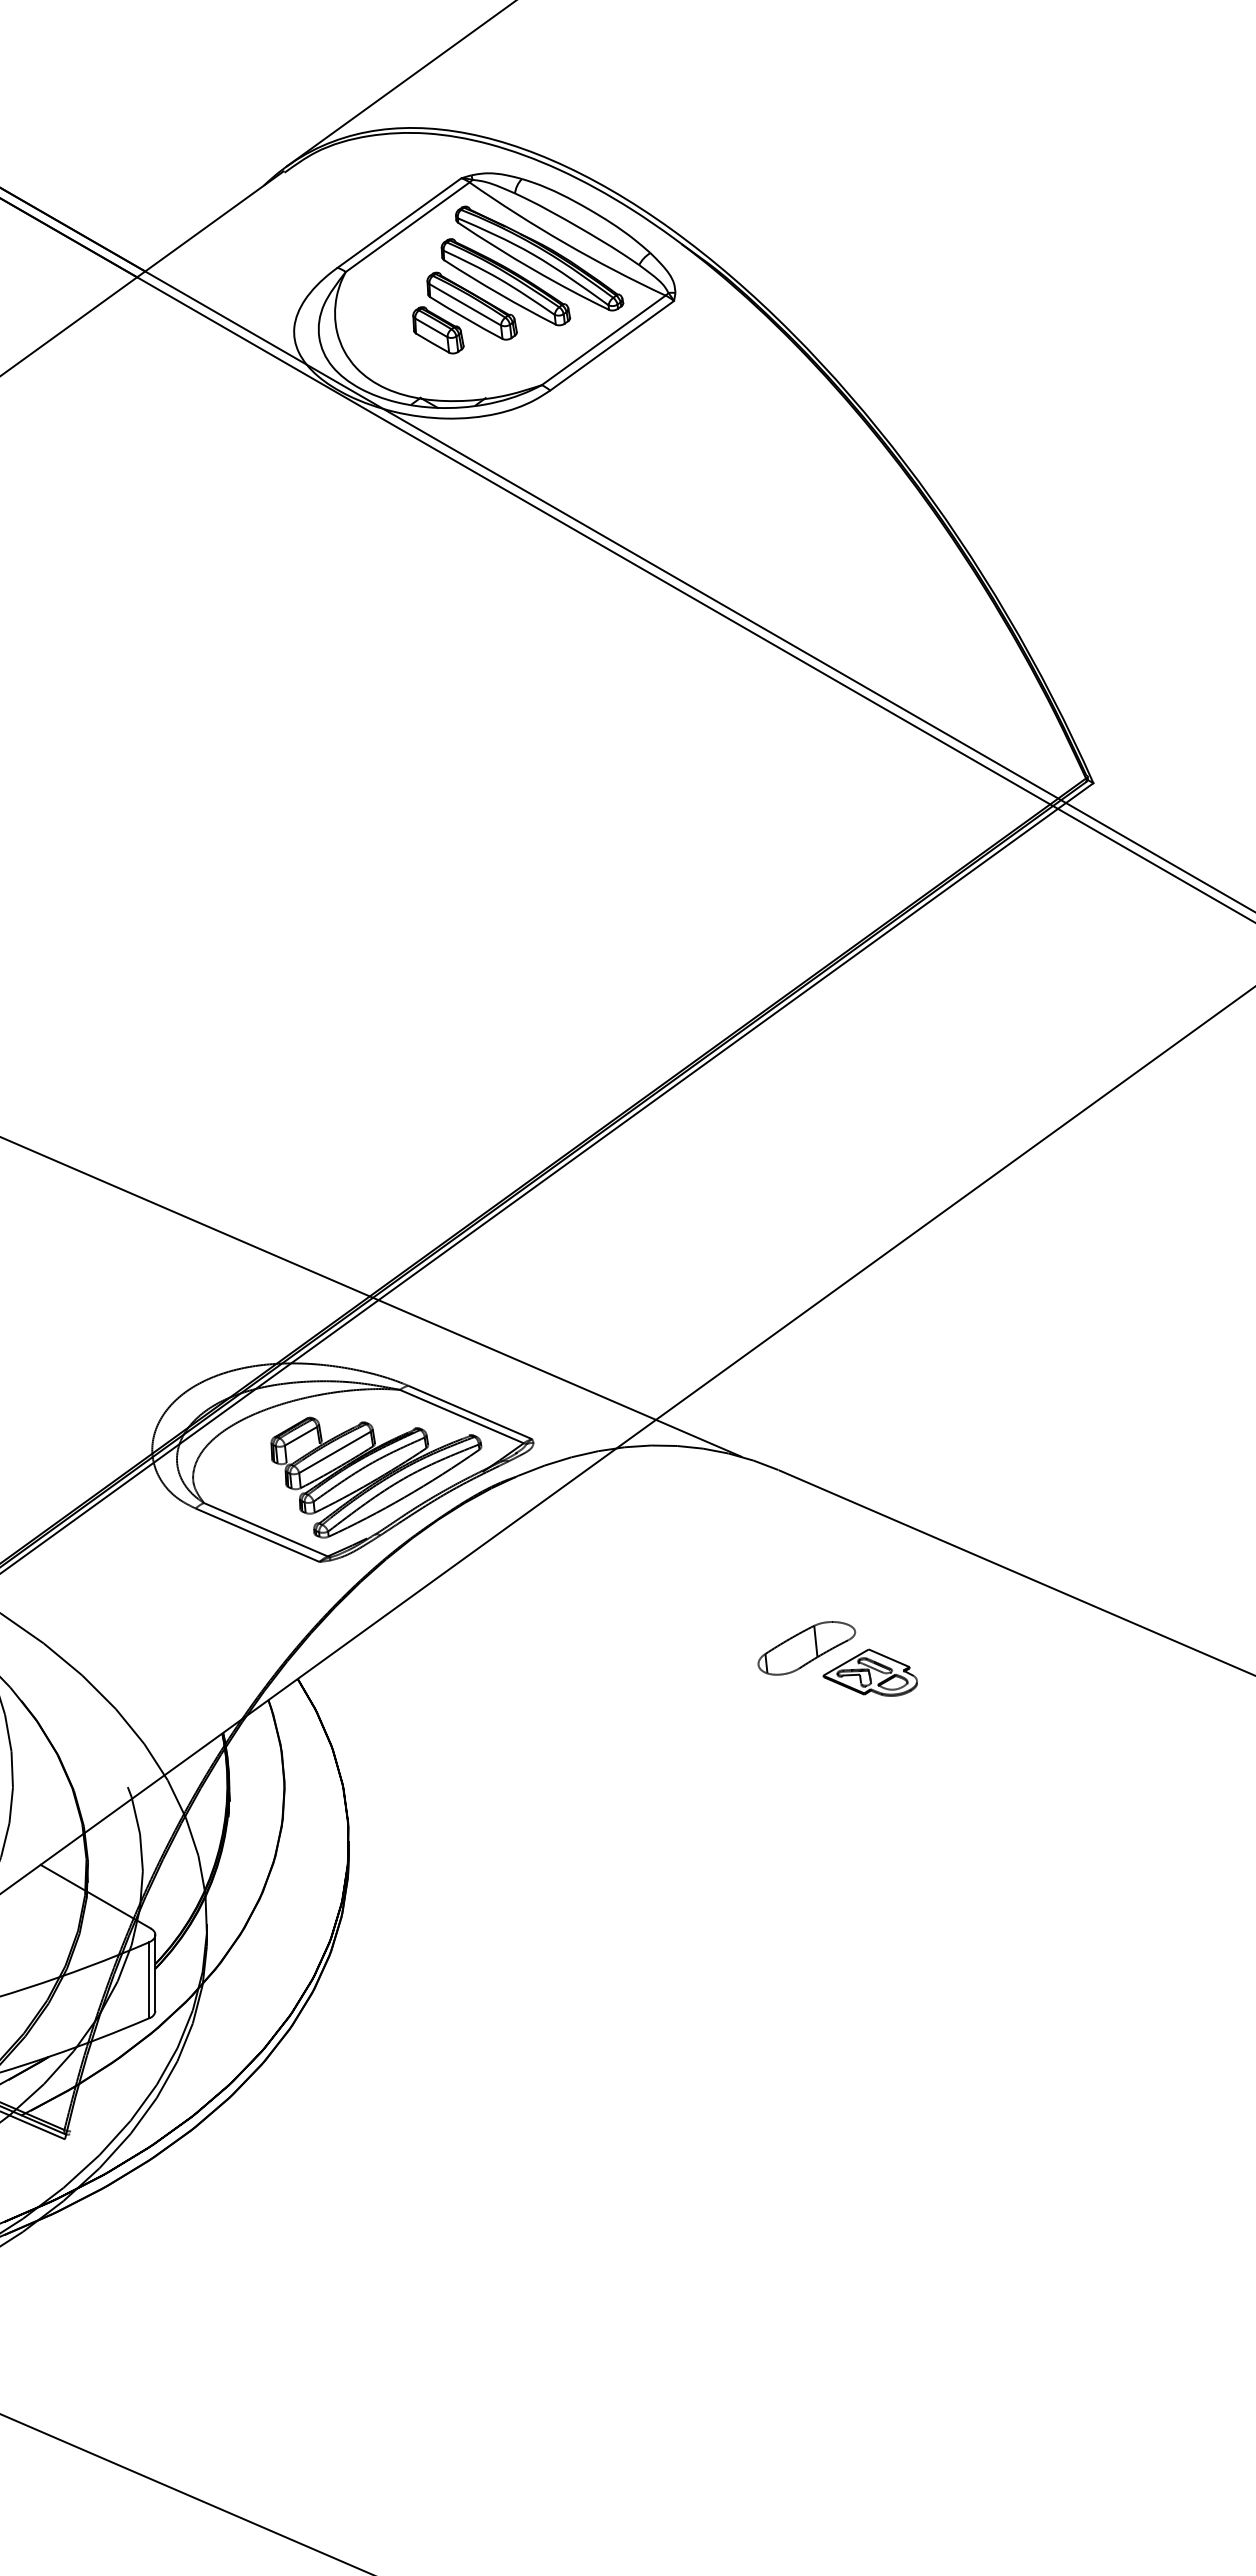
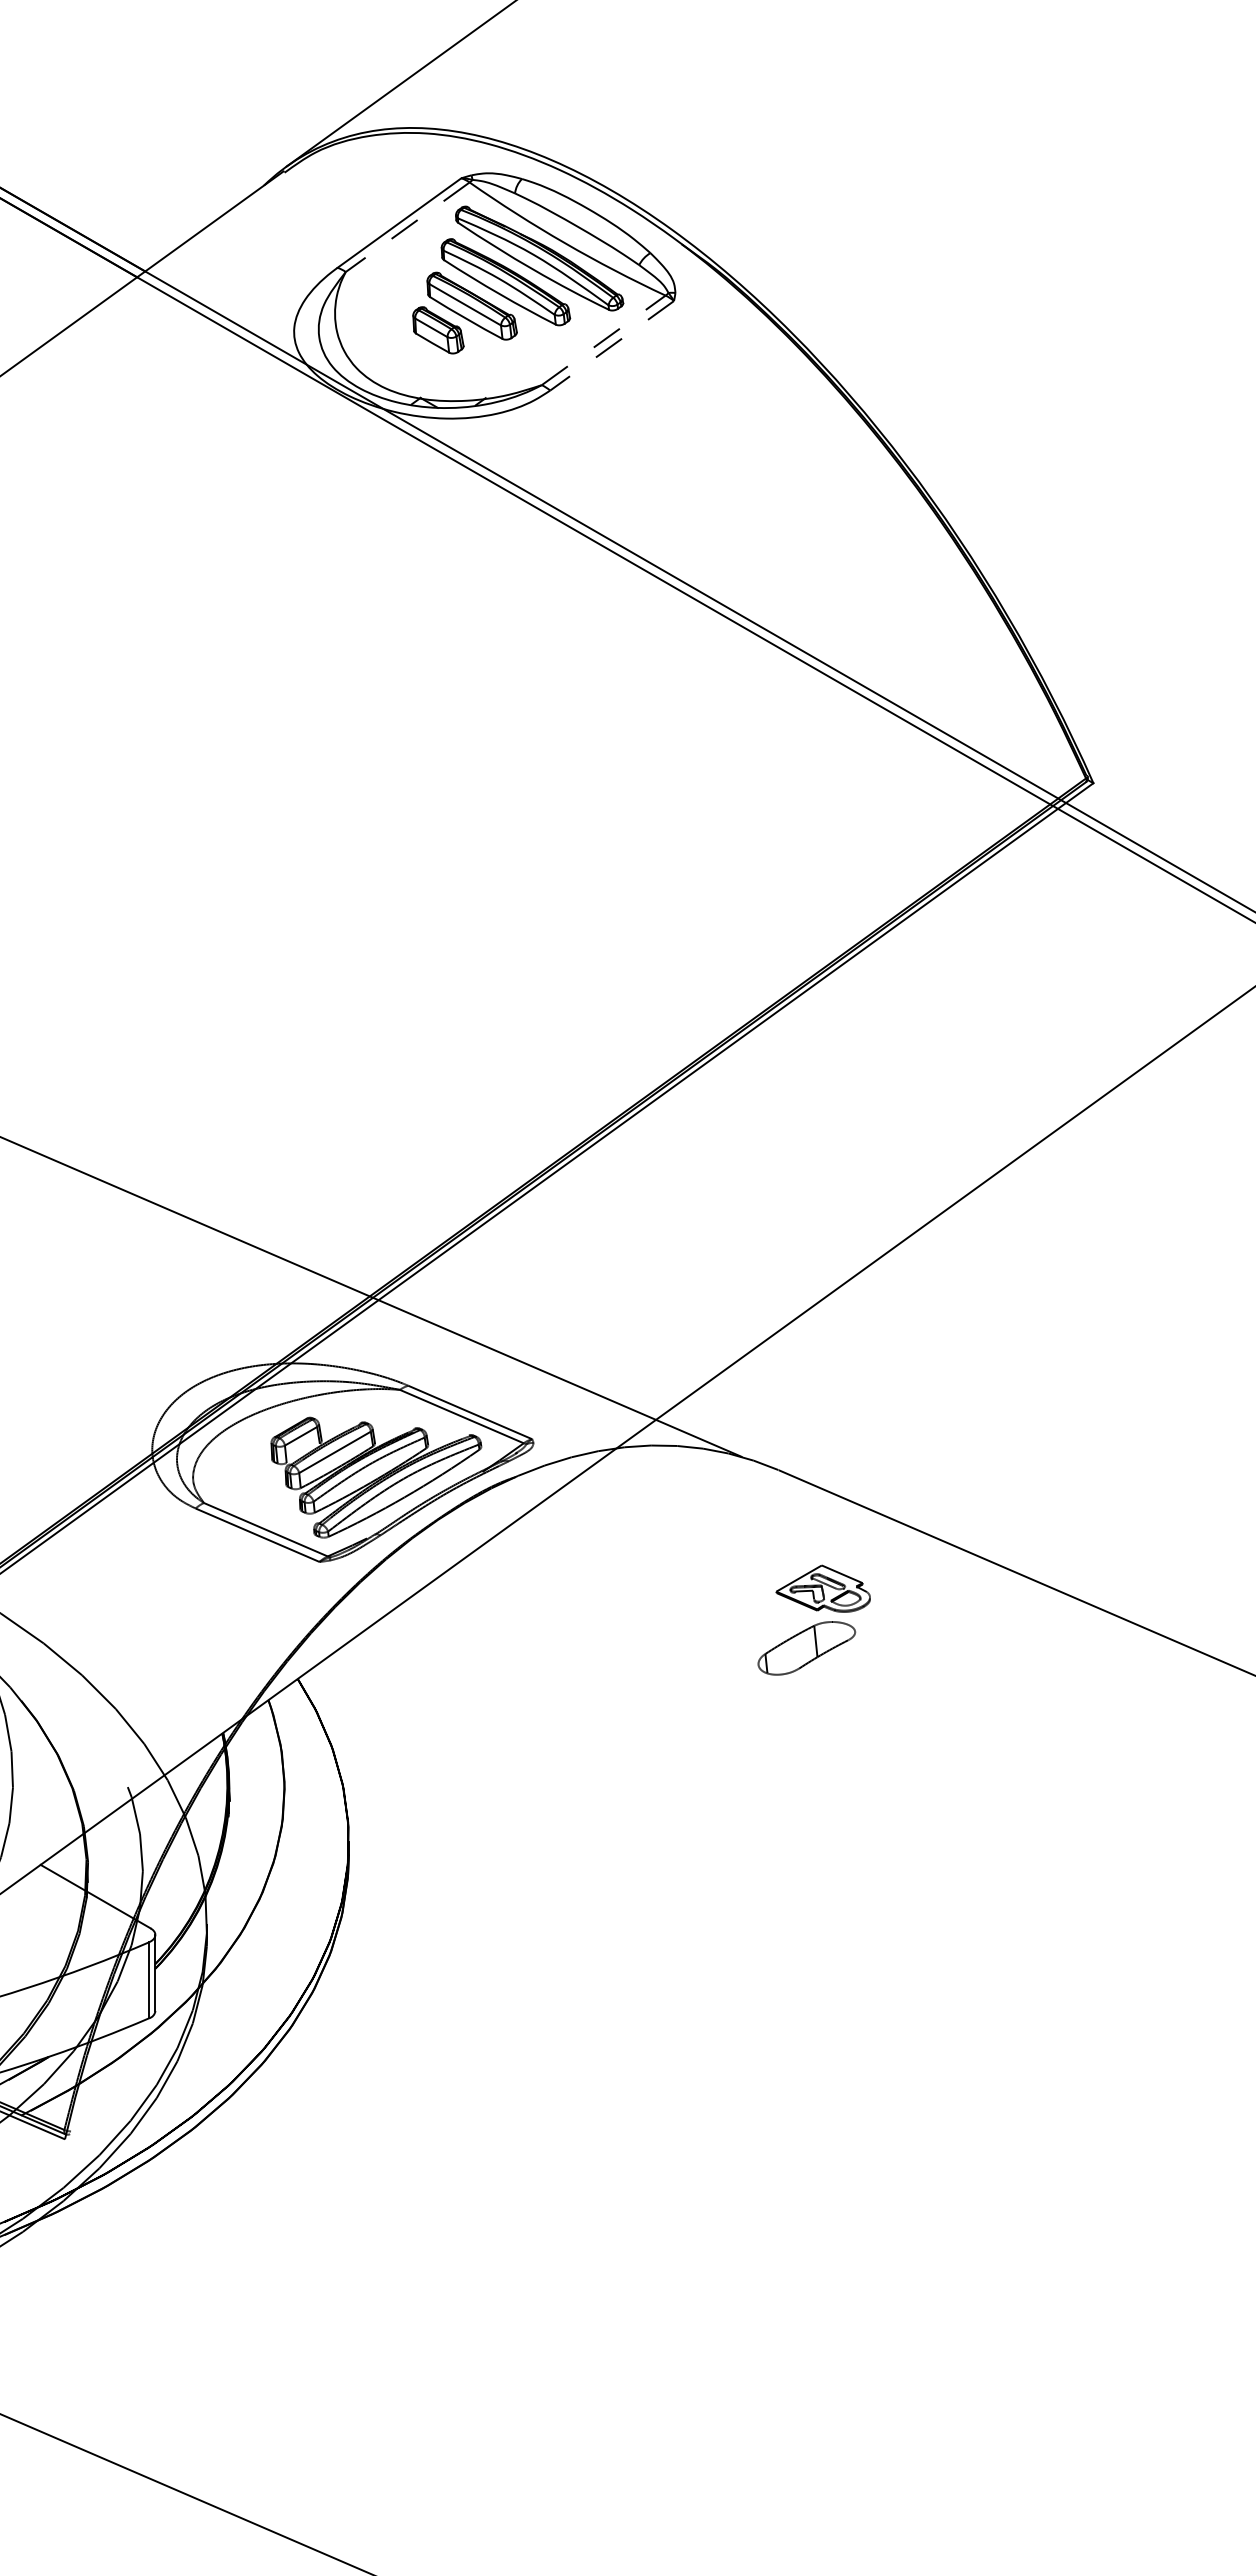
line at (407, 227): solid -> dashed
line at (604, 340): solid -> dashed
line at (611, 346): solid -> dashed
part at (869, 1672) position: (869, 1672) -> (822, 1588)
